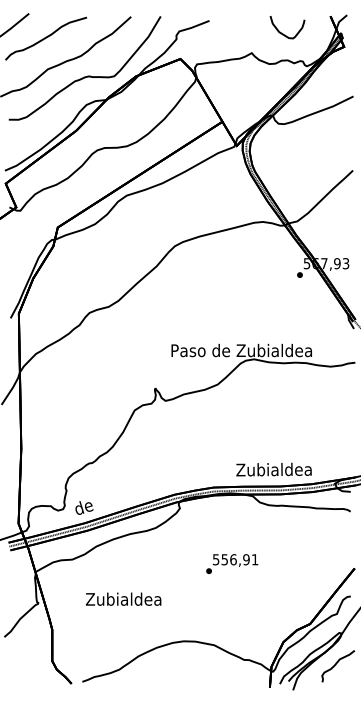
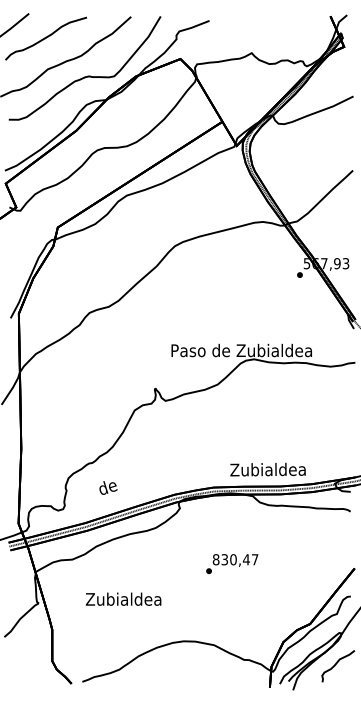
curve at (283, 33): present -> none
text at (273, 469) position: (273, 469) -> (267, 469)
text at (84, 507) position: (84, 507) -> (108, 487)
text at (235, 559): 556,91 -> 830,47
